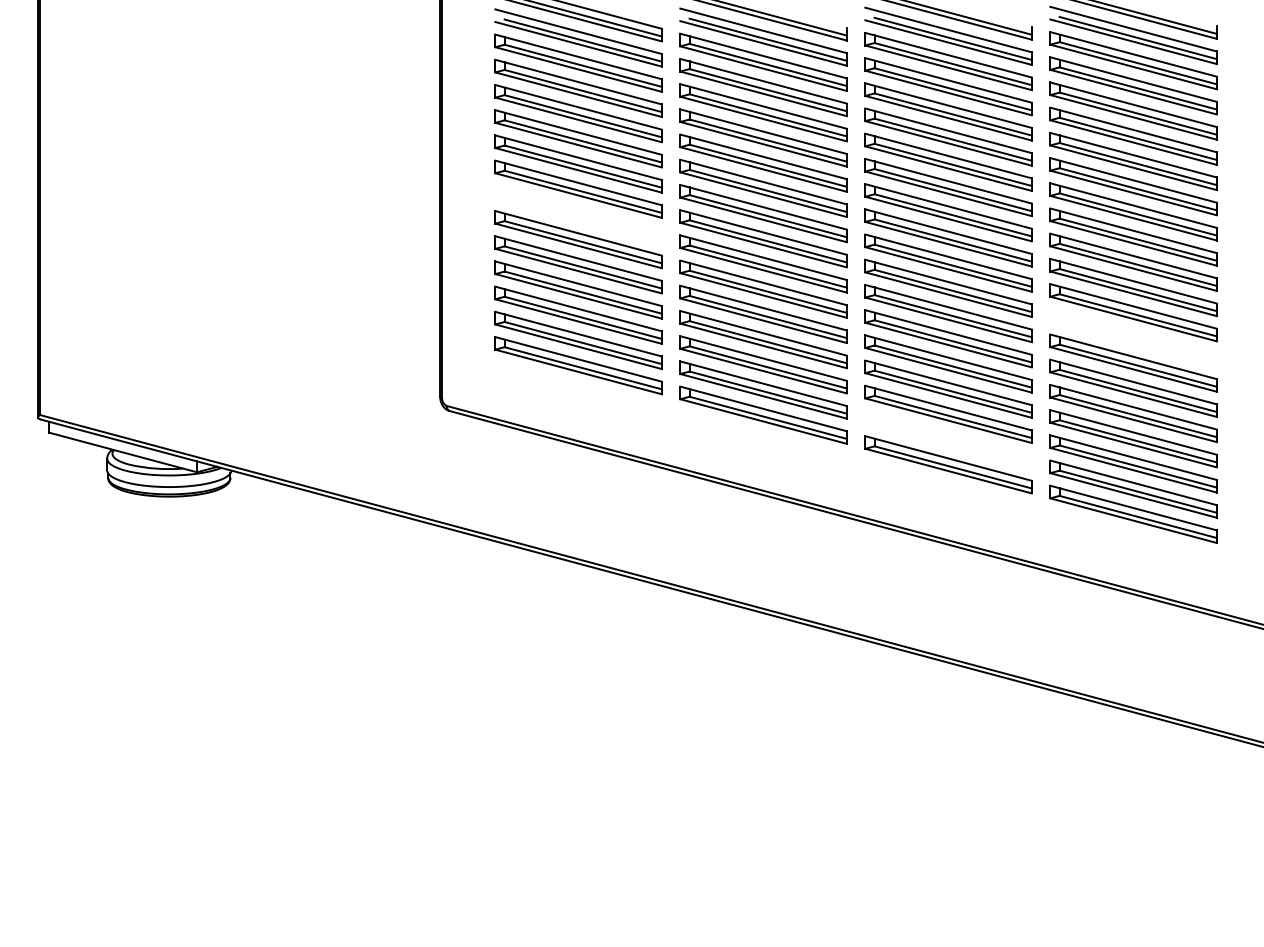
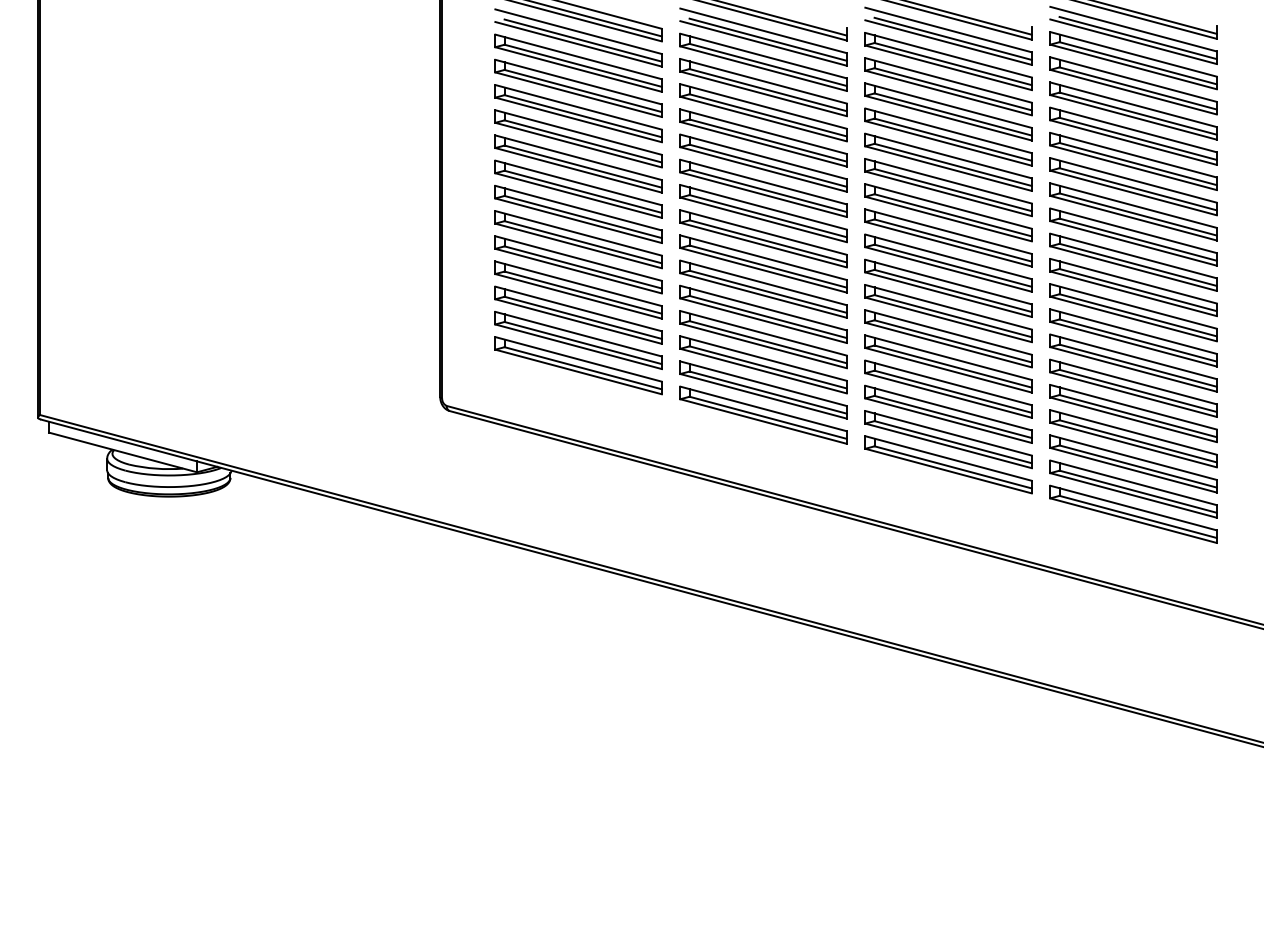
part at (578, 214): none -> present
part at (1133, 337): none -> present
part at (948, 439): none -> present
